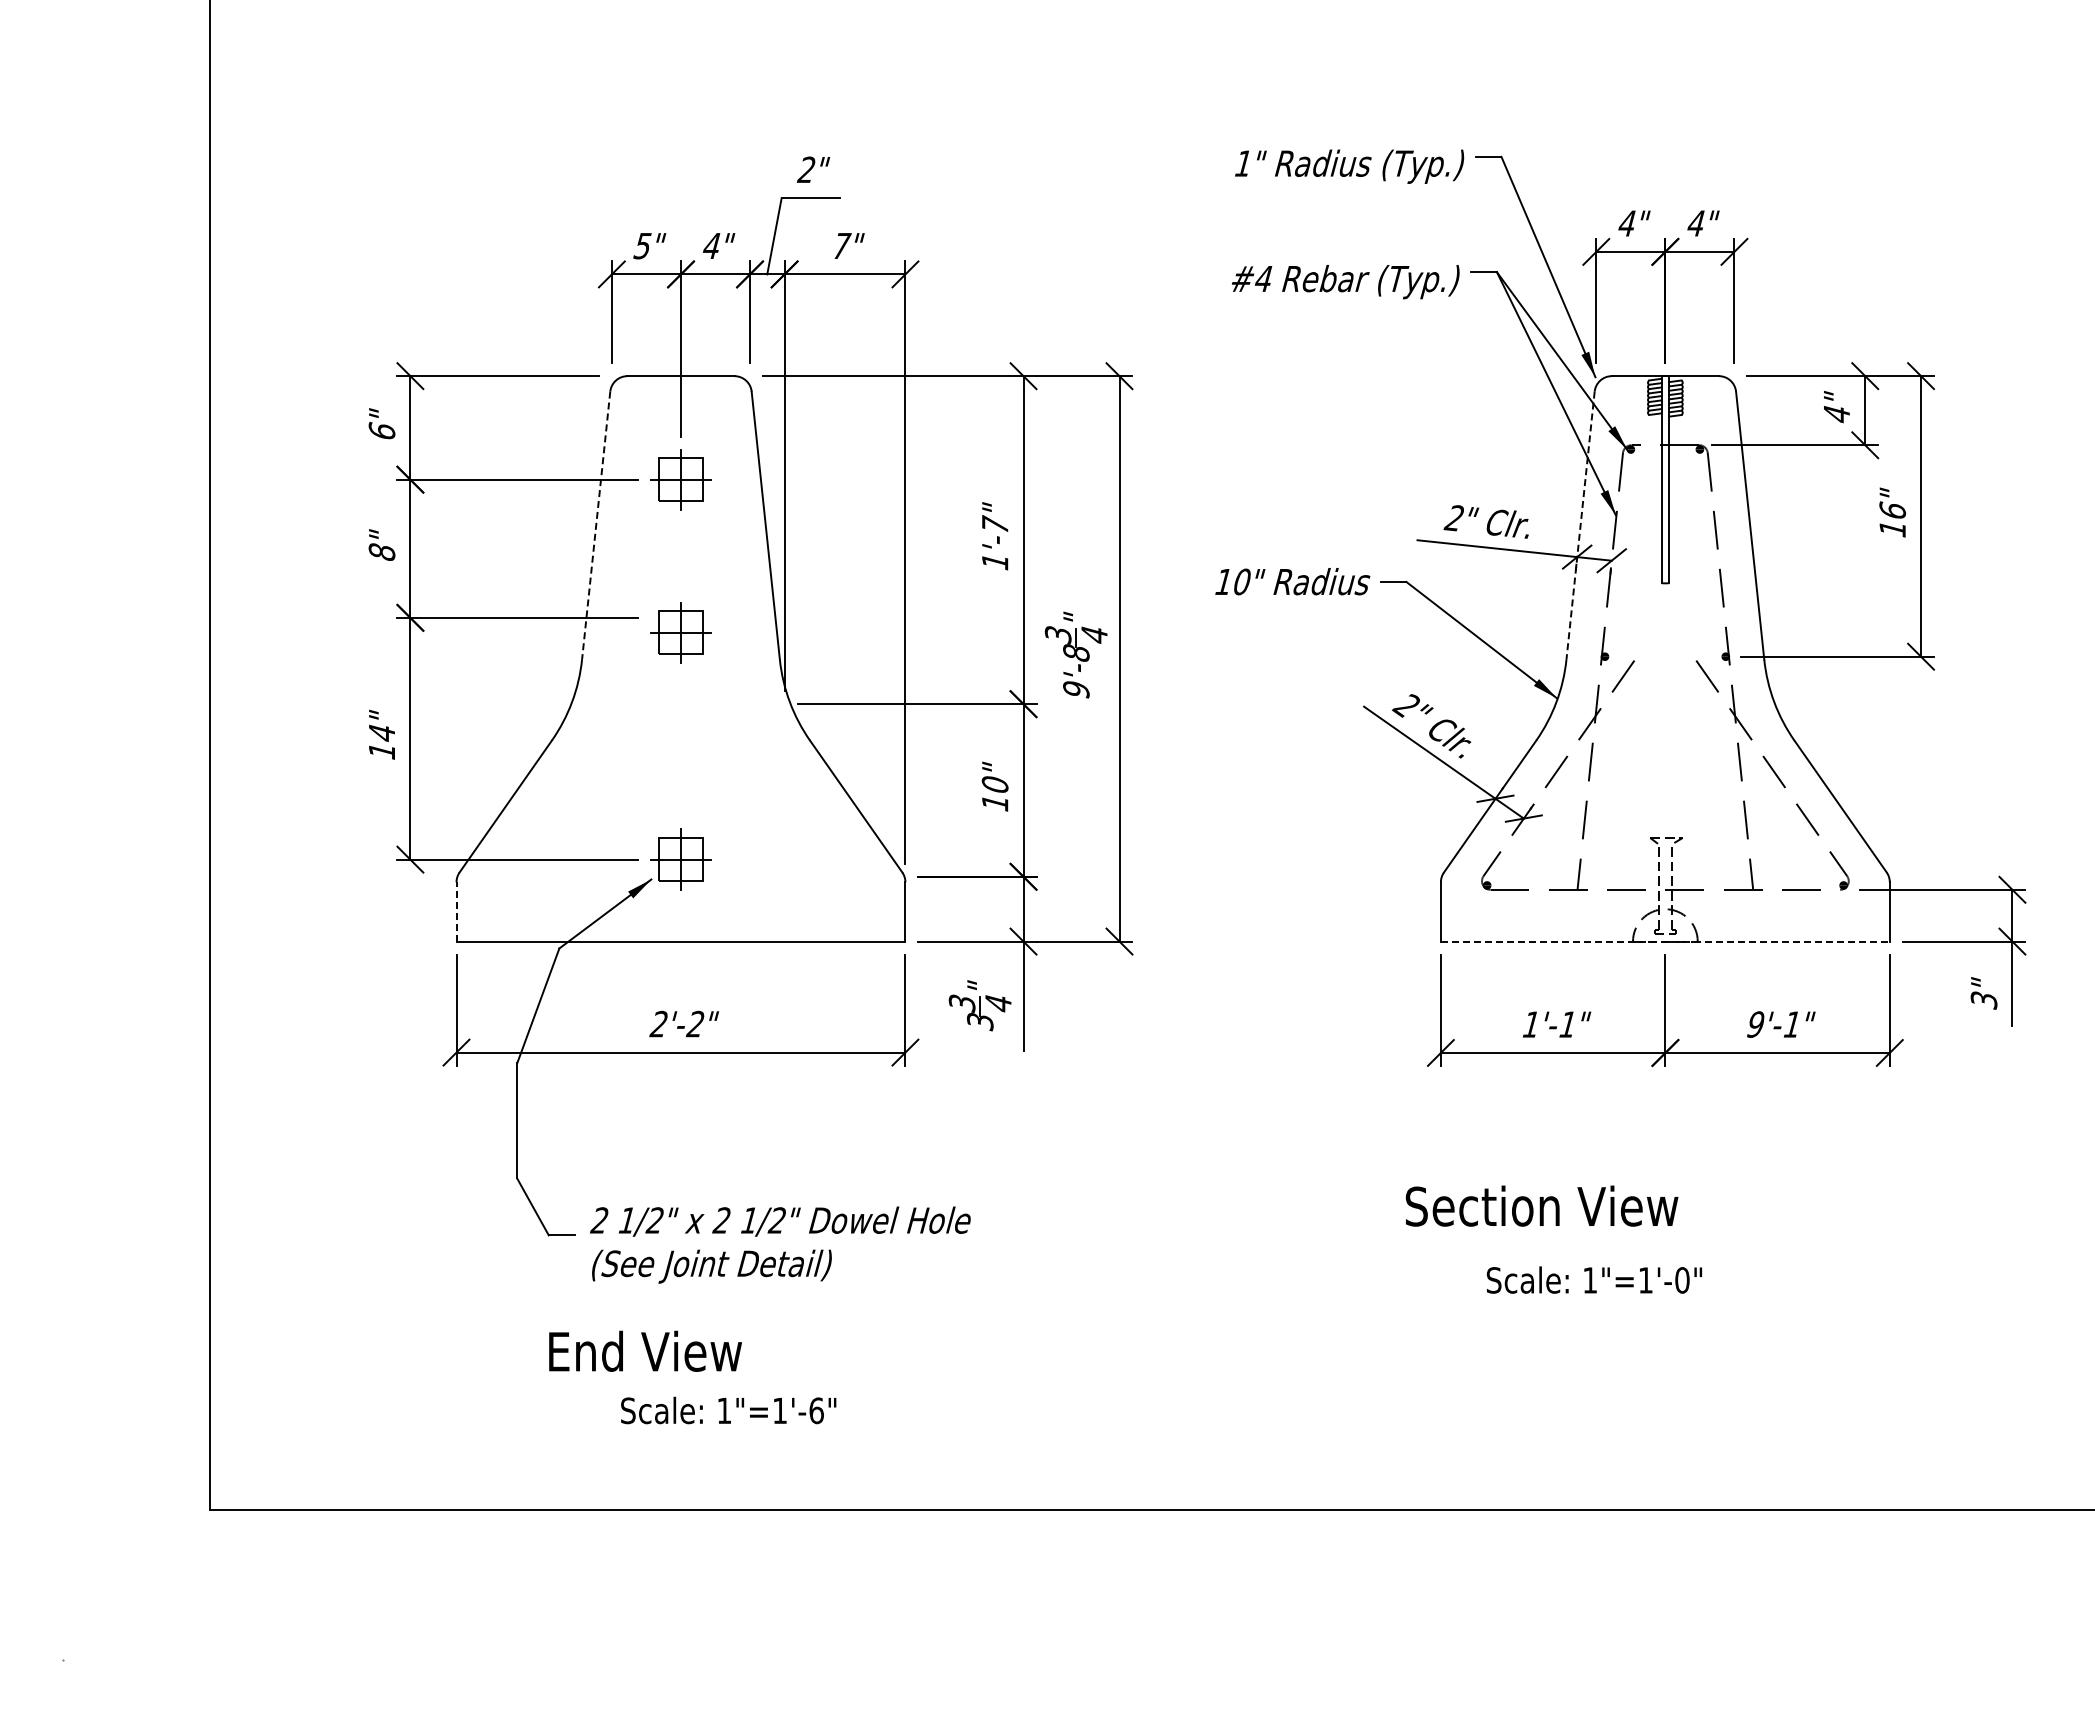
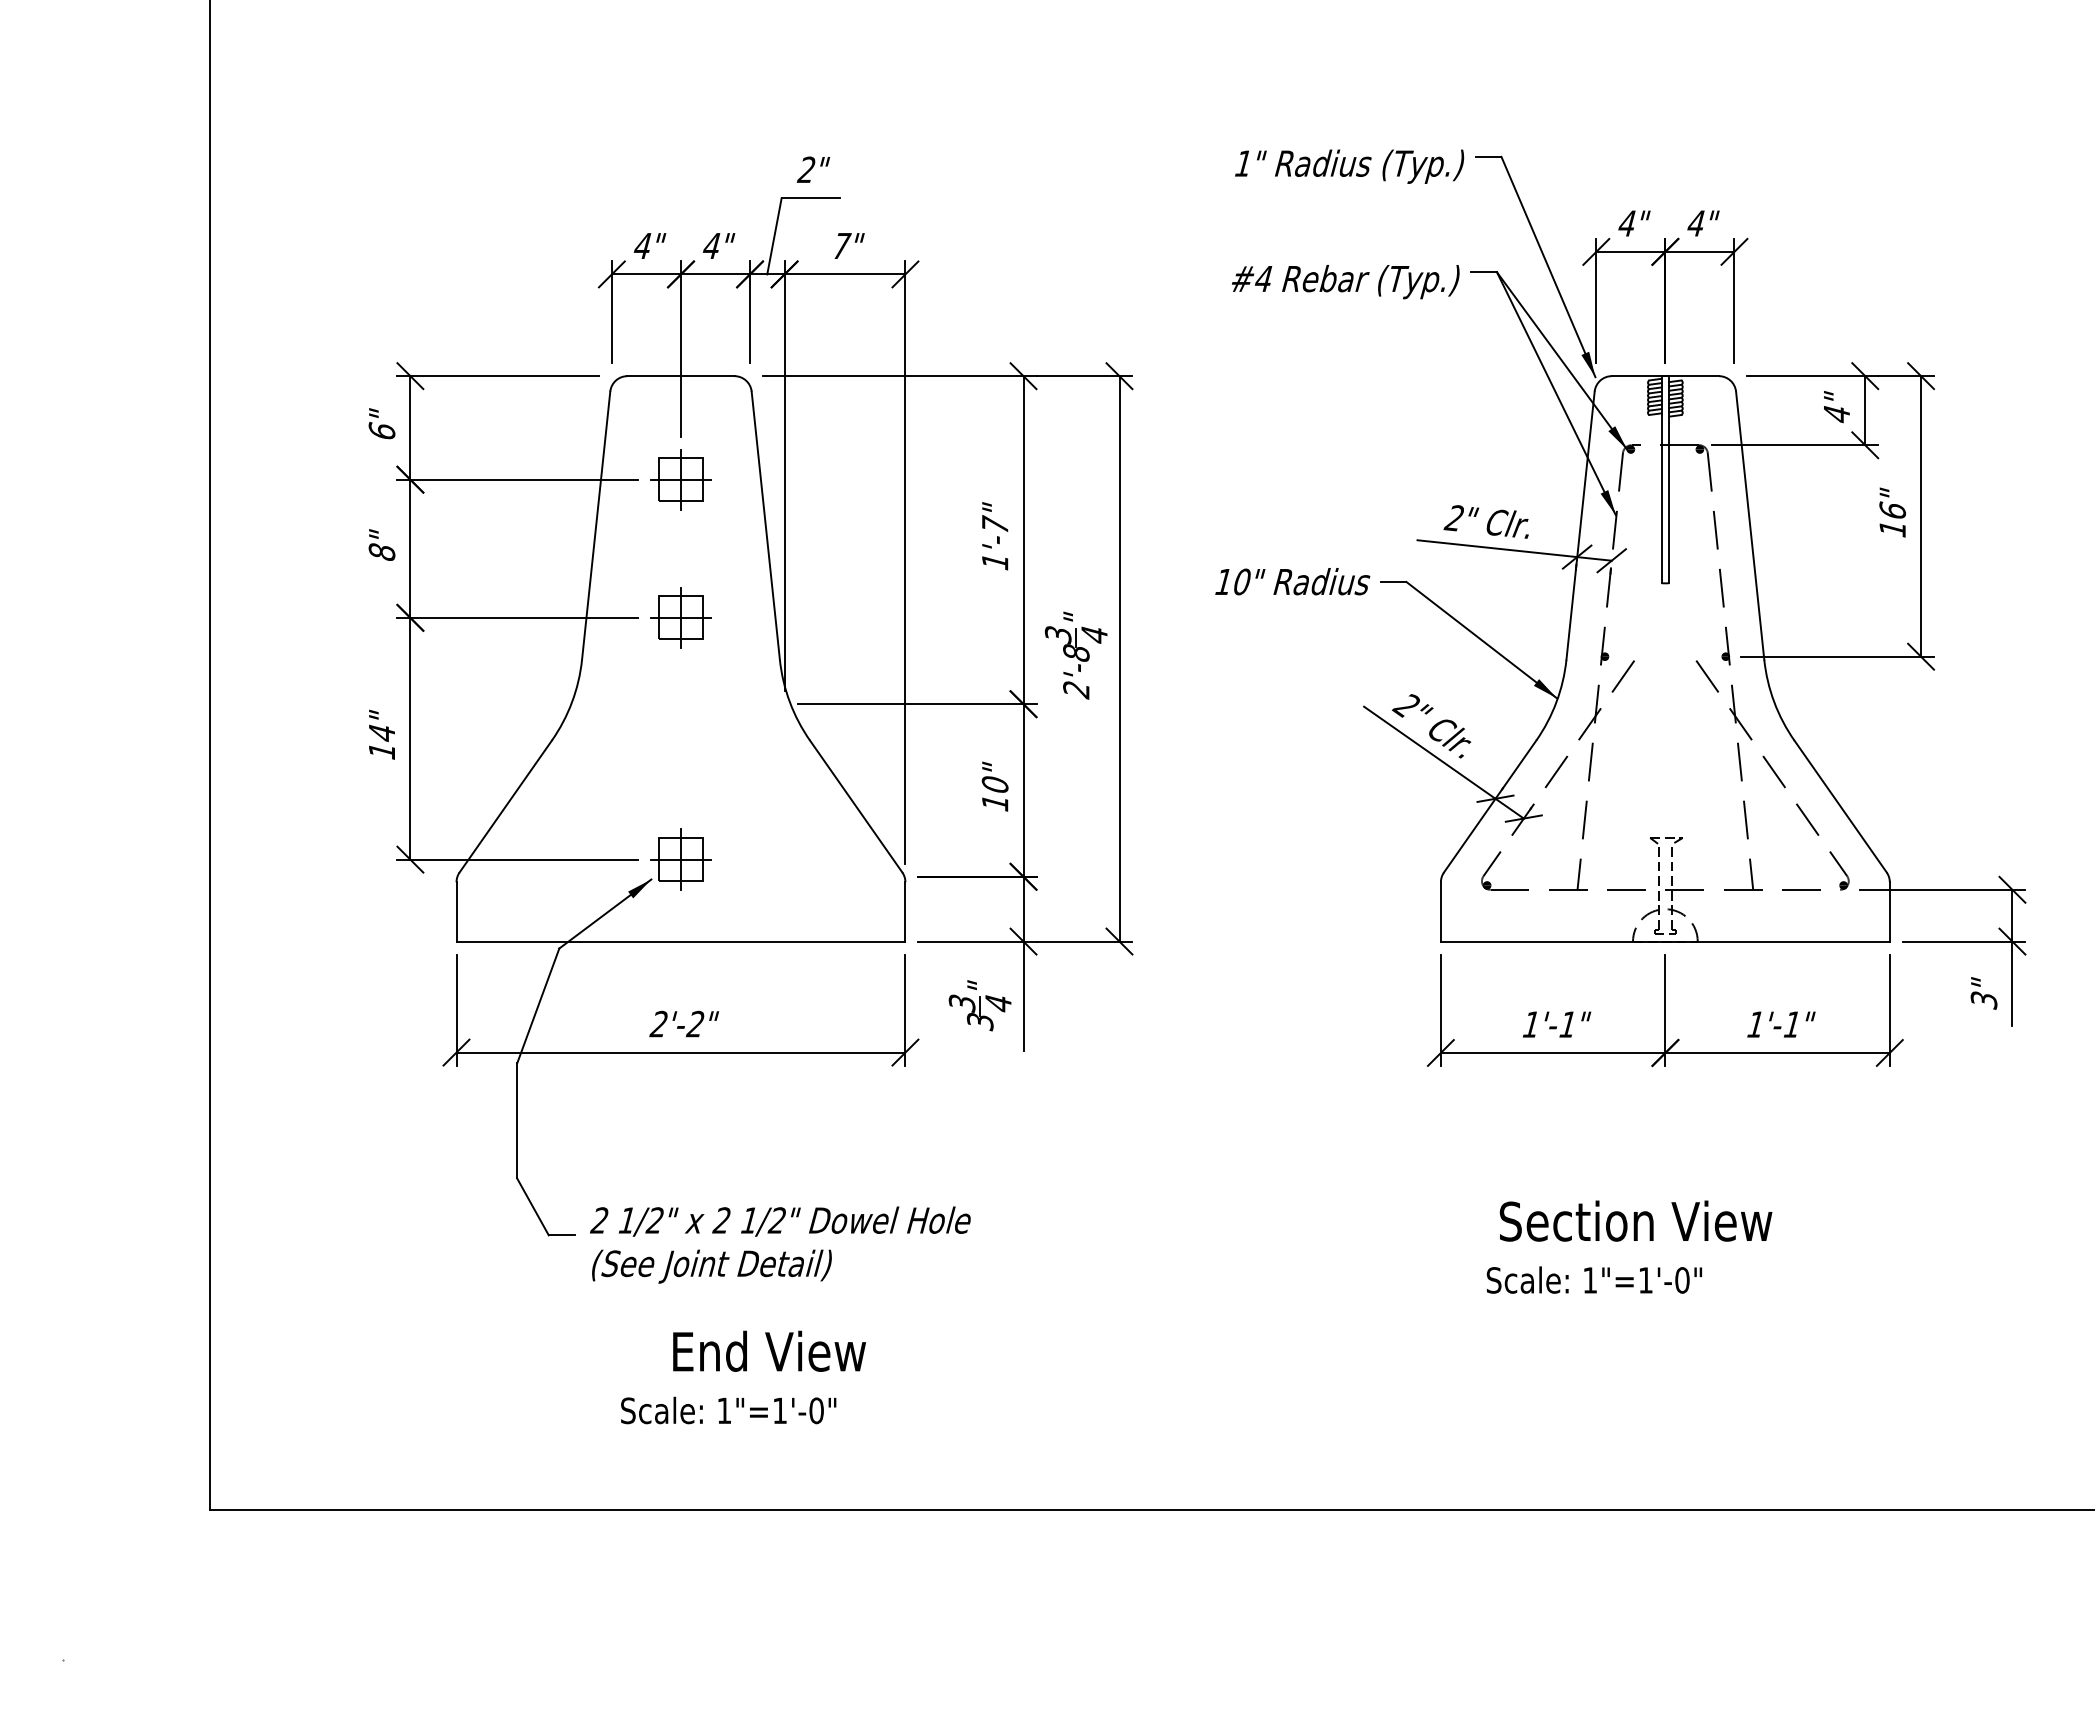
text at (642, 246): 5" -> 4"
line at (596, 525): dashed -> solid
line at (1580, 525): dashed -> solid
part at (680, 632) position: (680, 632) -> (680, 617)
text at (1076, 690): 9'-8 -> 2'-8
line at (456, 911): dashed -> solid
line at (1665, 941): dashed -> solid
text at (1755, 1024): 9'-1" -> 1'-1"
text at (1541, 1205) position: (1541, 1205) -> (1635, 1220)
text at (645, 1350) position: (645, 1350) -> (769, 1350)
text at (816, 1410): 1"=1'-6" -> 1"=1'-0"
